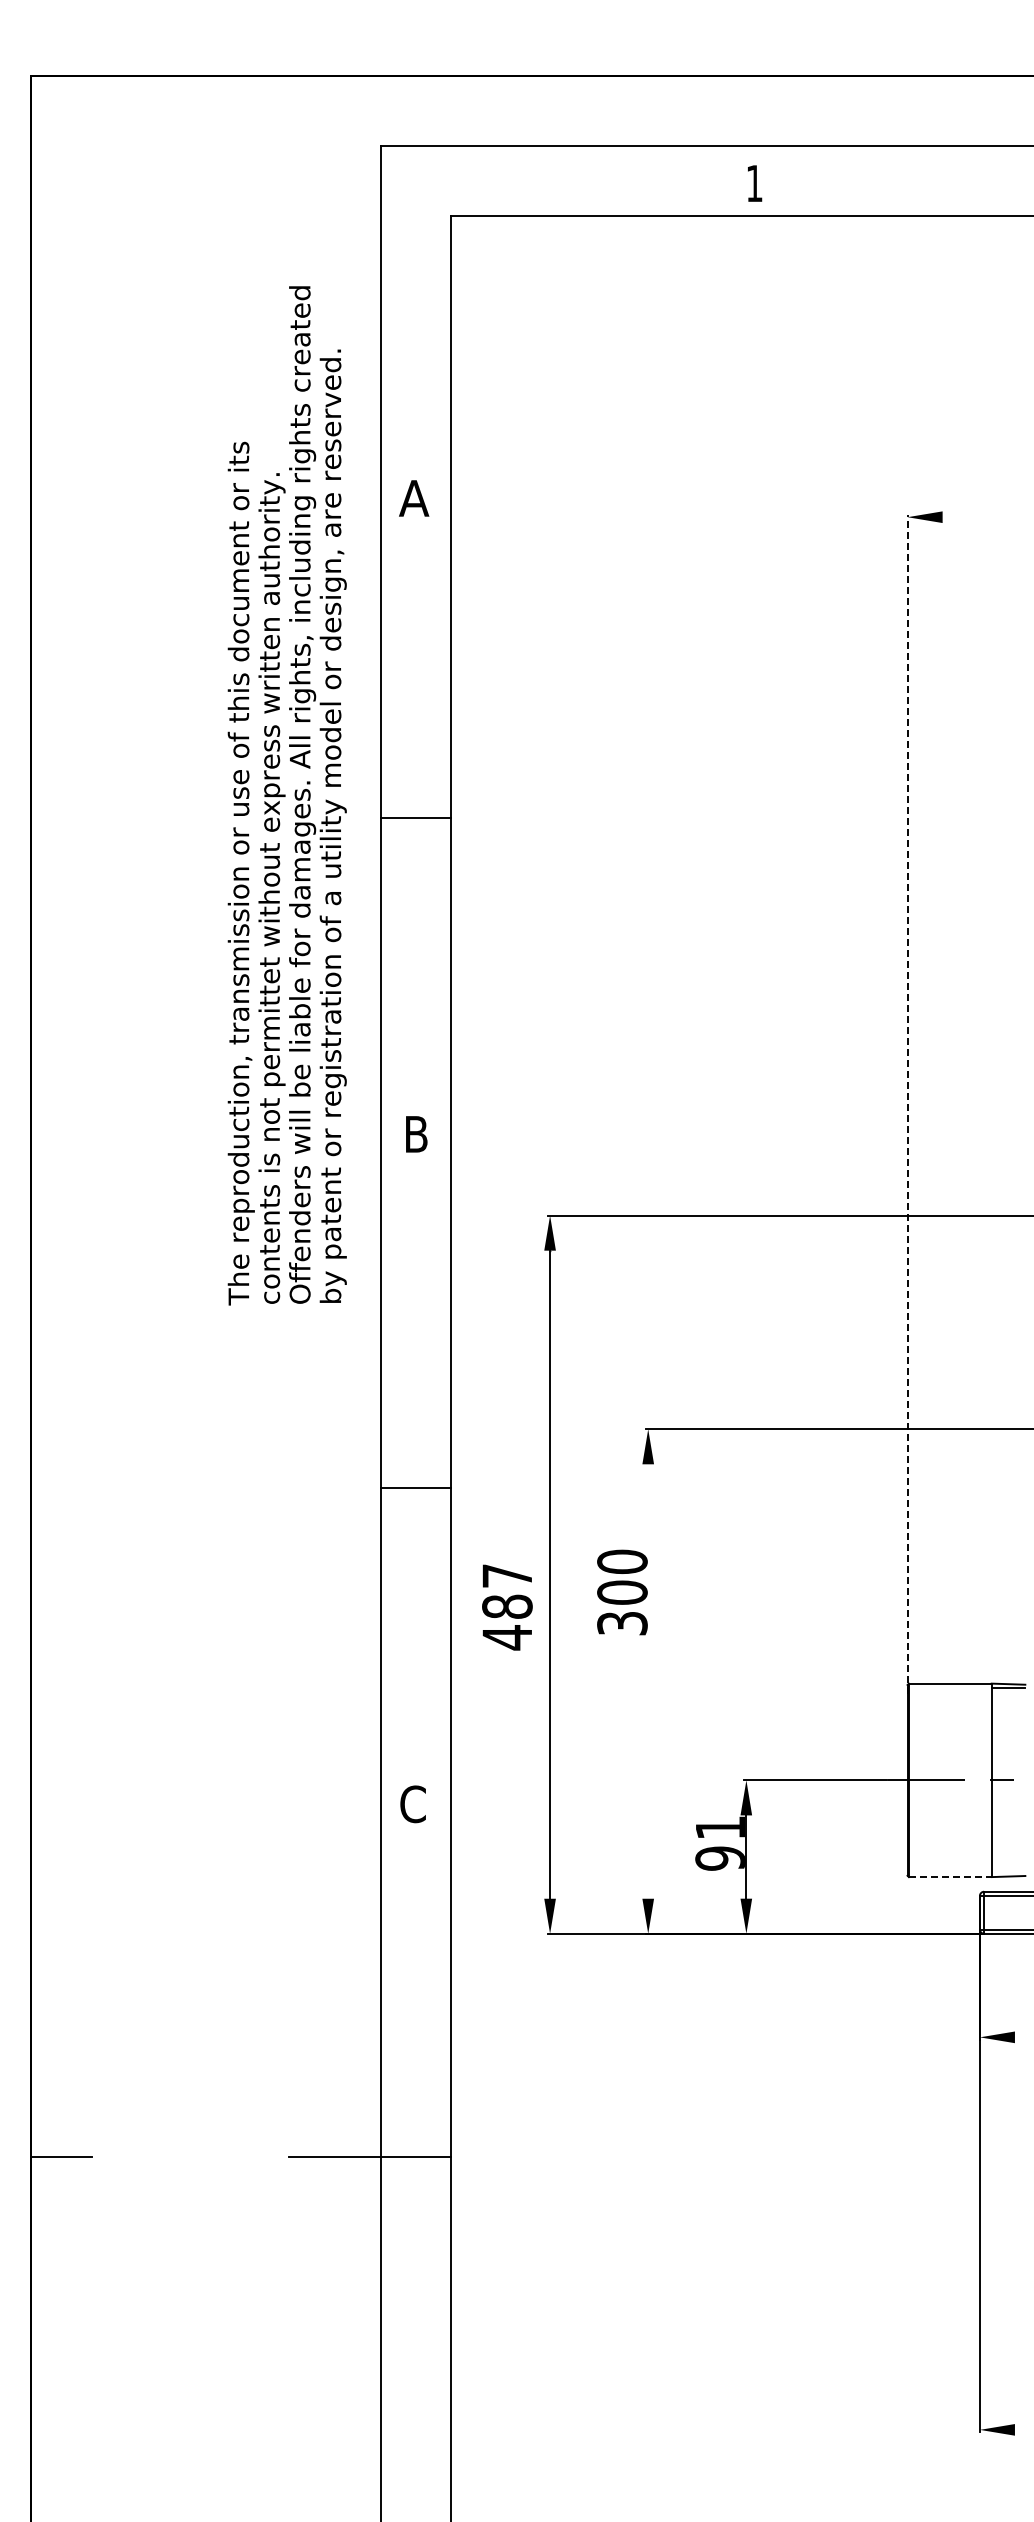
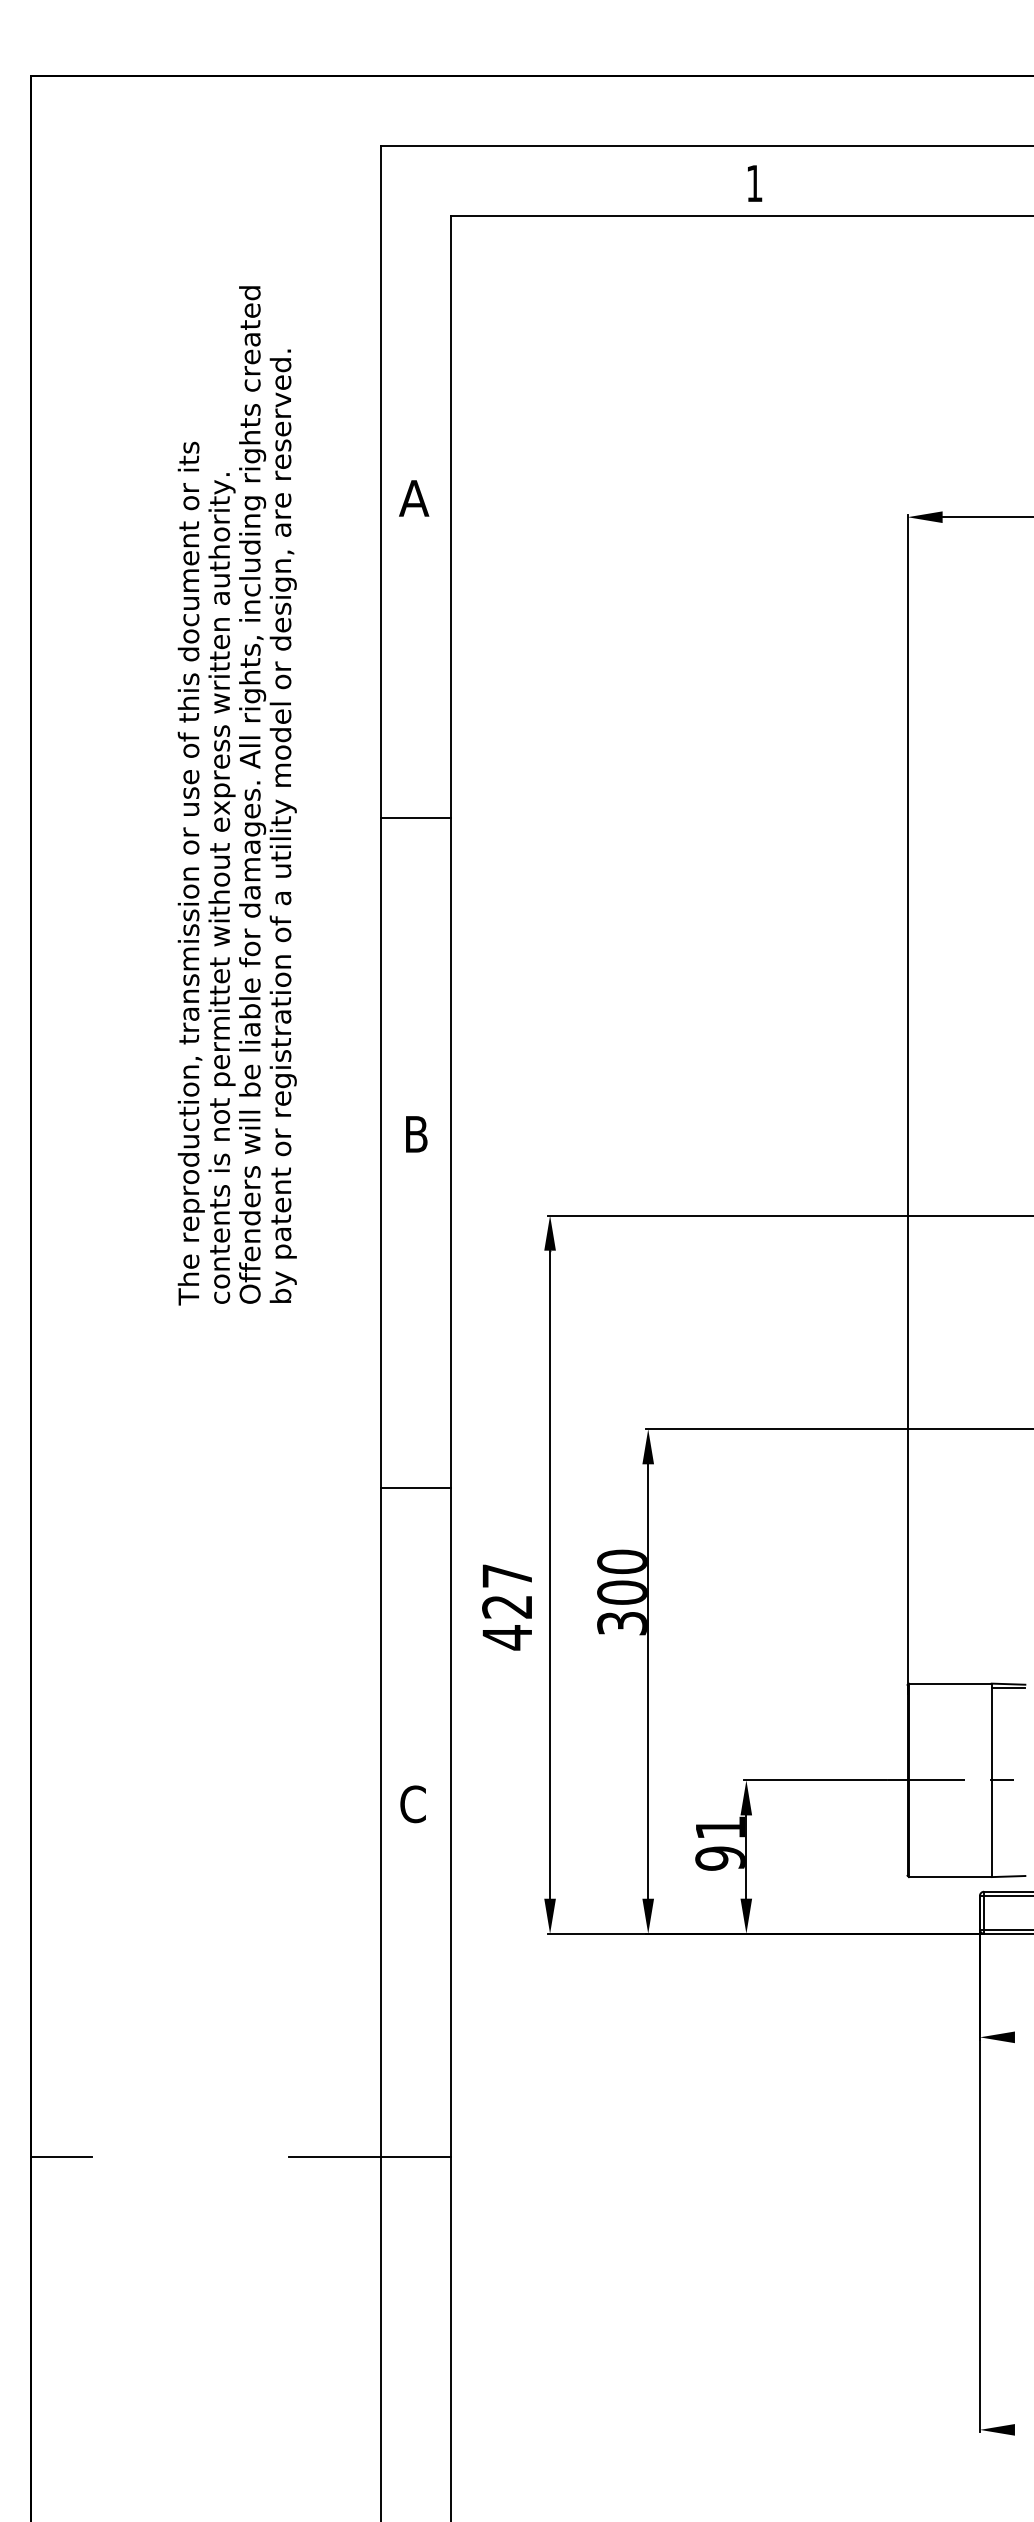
line at (986, 517): none -> present
text at (286, 795) position: (286, 795) -> (236, 795)
line at (907, 1104): dashed -> solid
text at (507, 1606): 487 -> 427
line at (648, 1681): none -> present
line at (950, 1877): dashed -> solid
